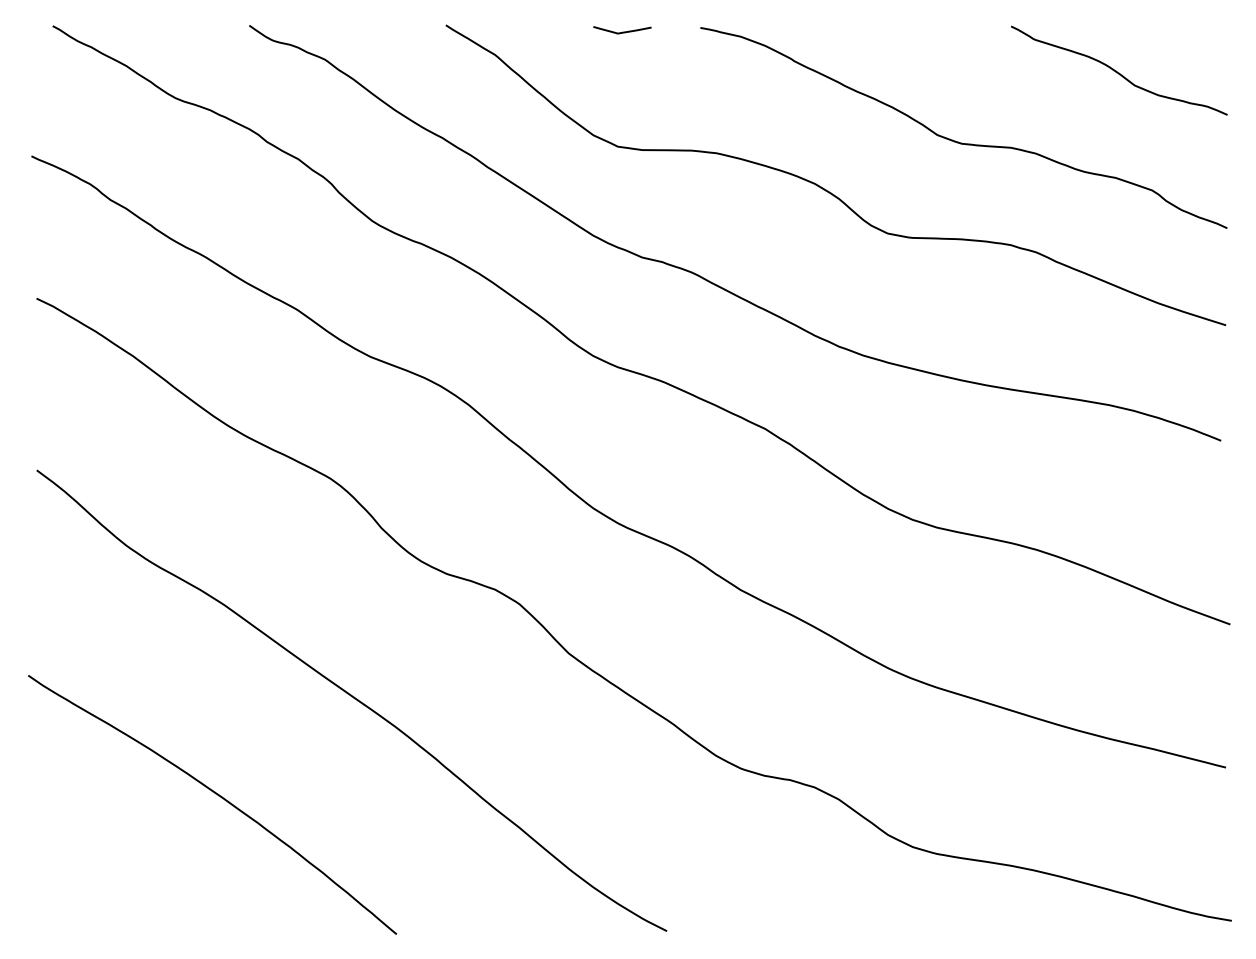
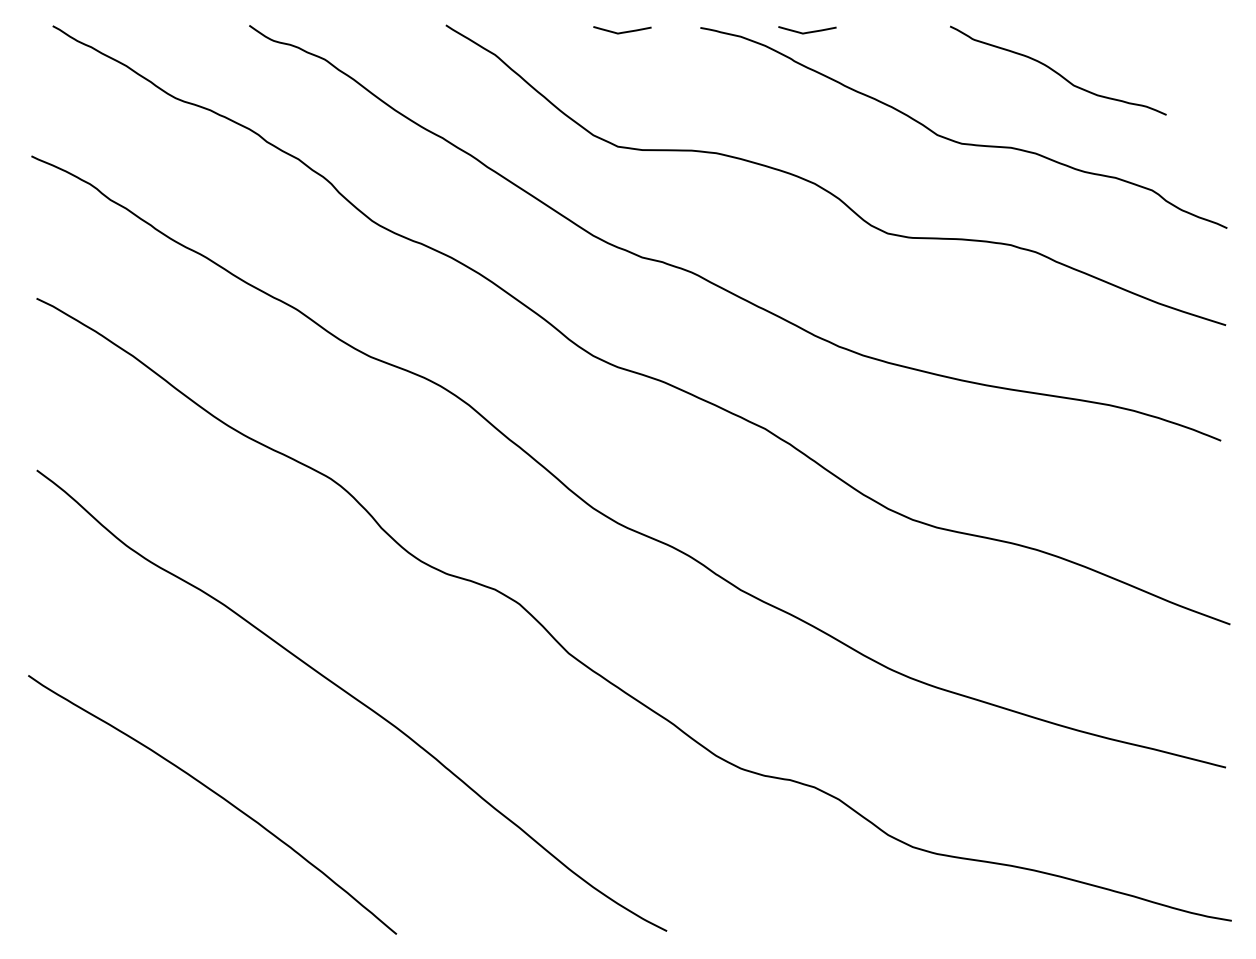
curve at (807, 31): none -> present
curve at (1119, 72) position: (1119, 72) -> (1058, 72)
